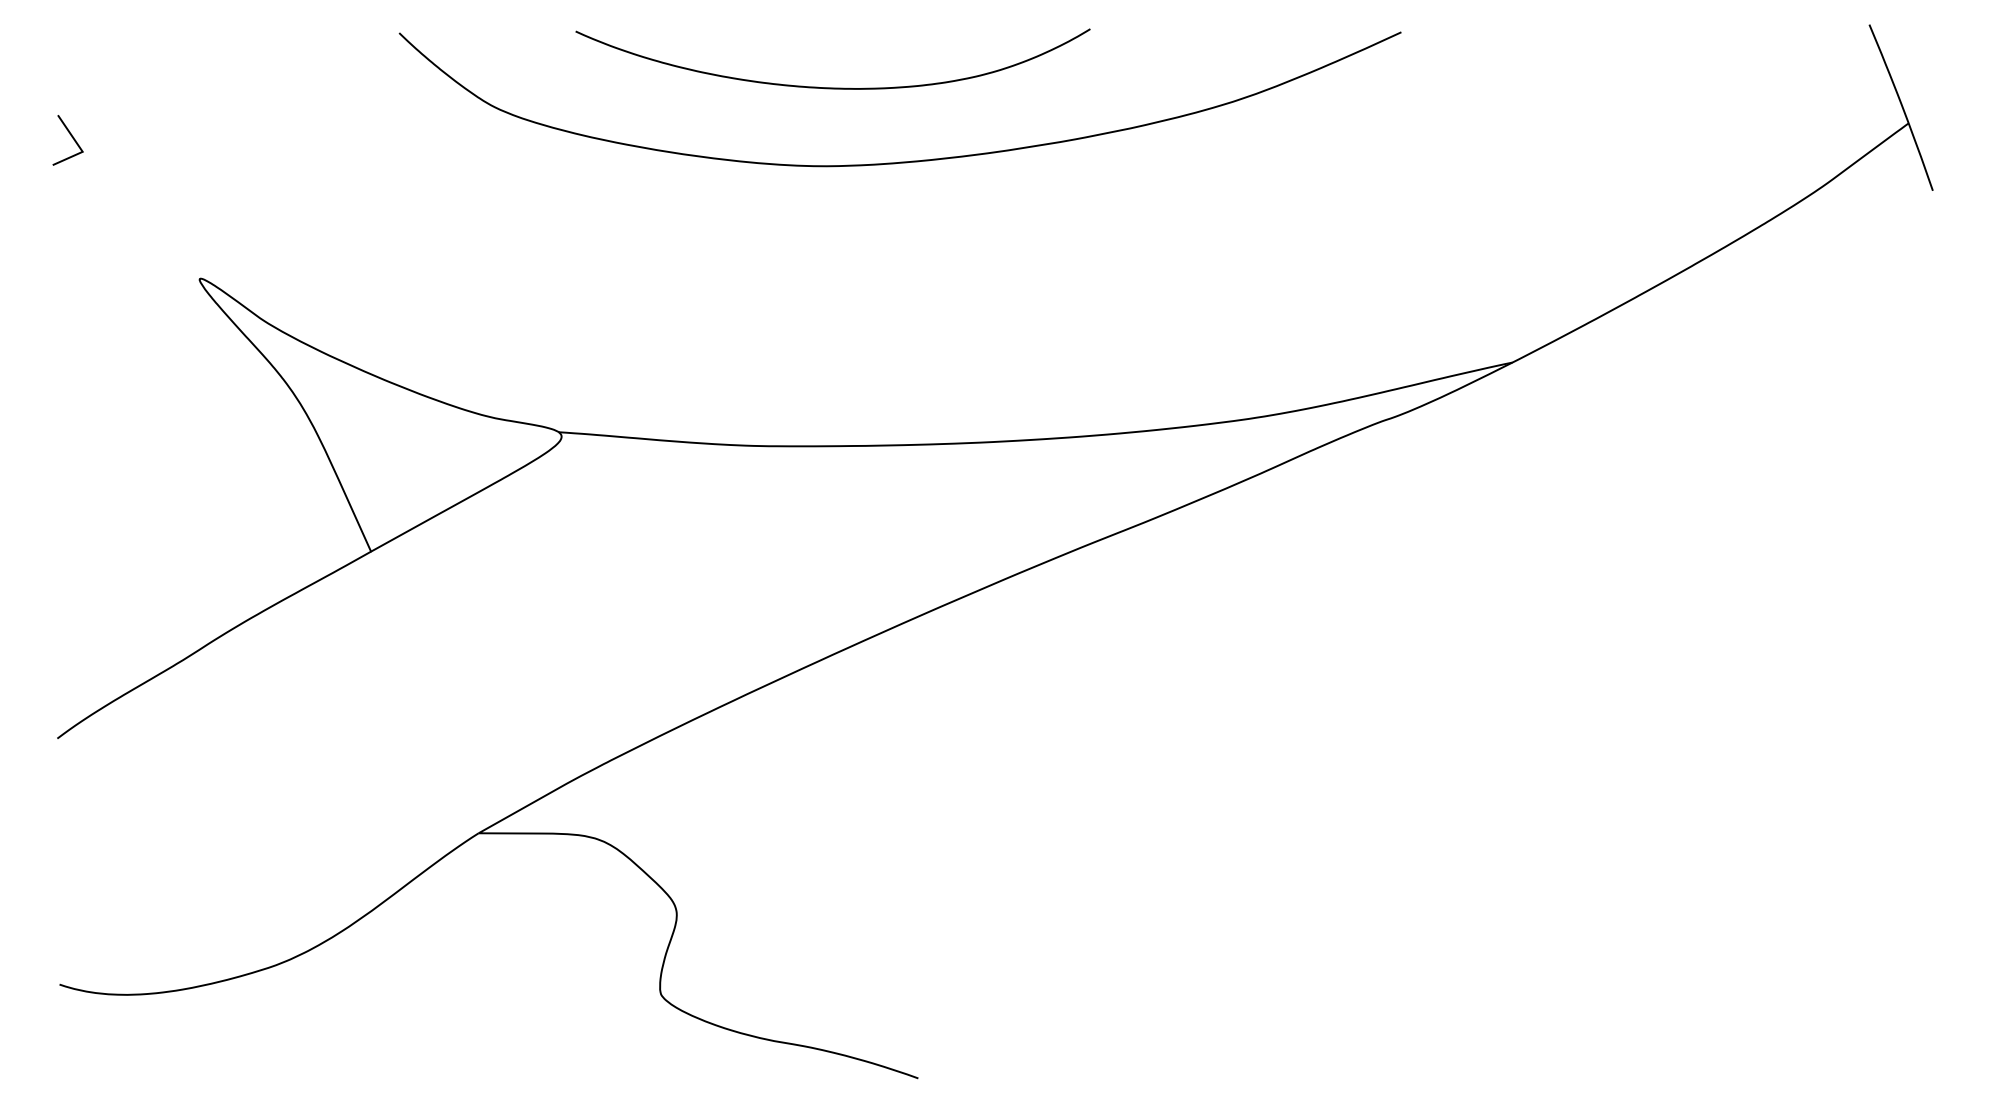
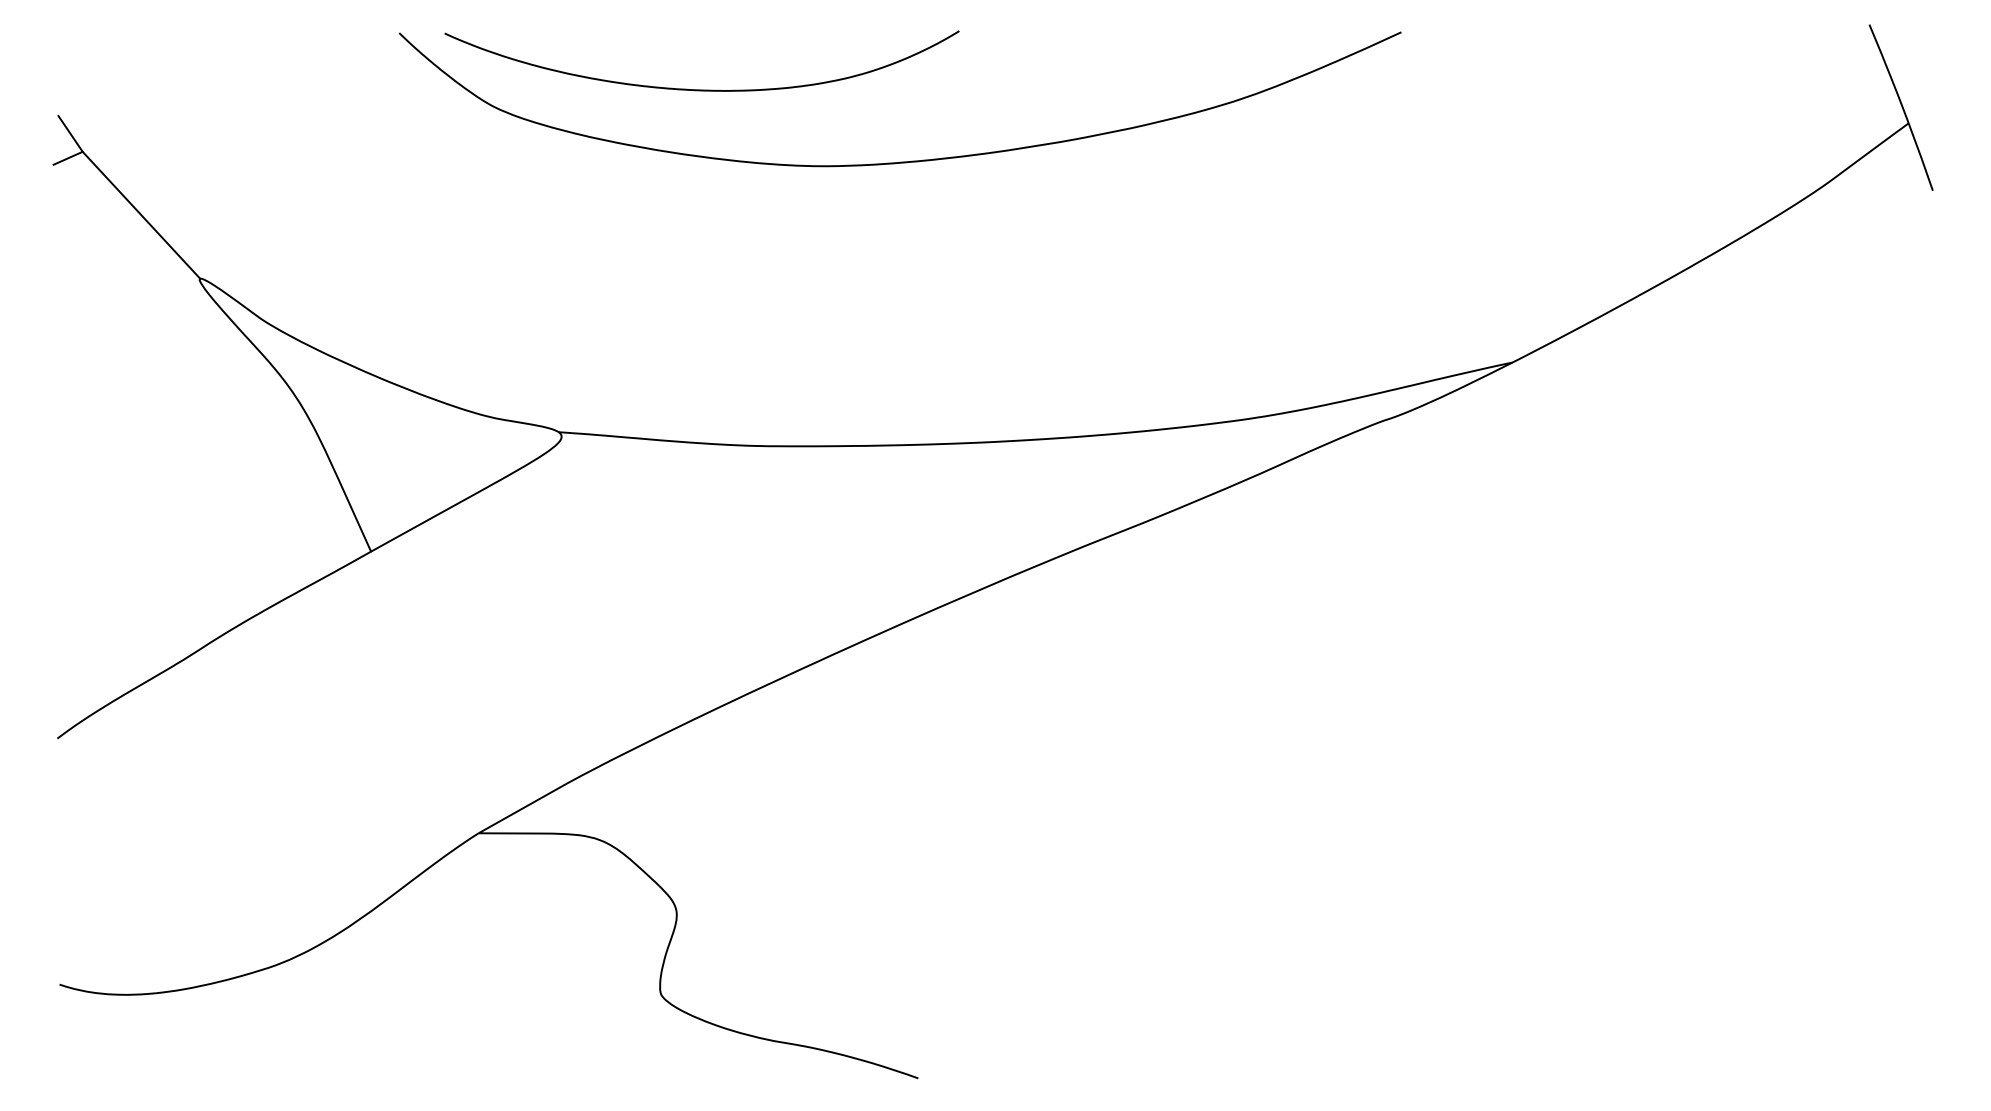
curve at (832, 87) position: (832, 87) -> (701, 89)
line at (141, 214): none -> present
